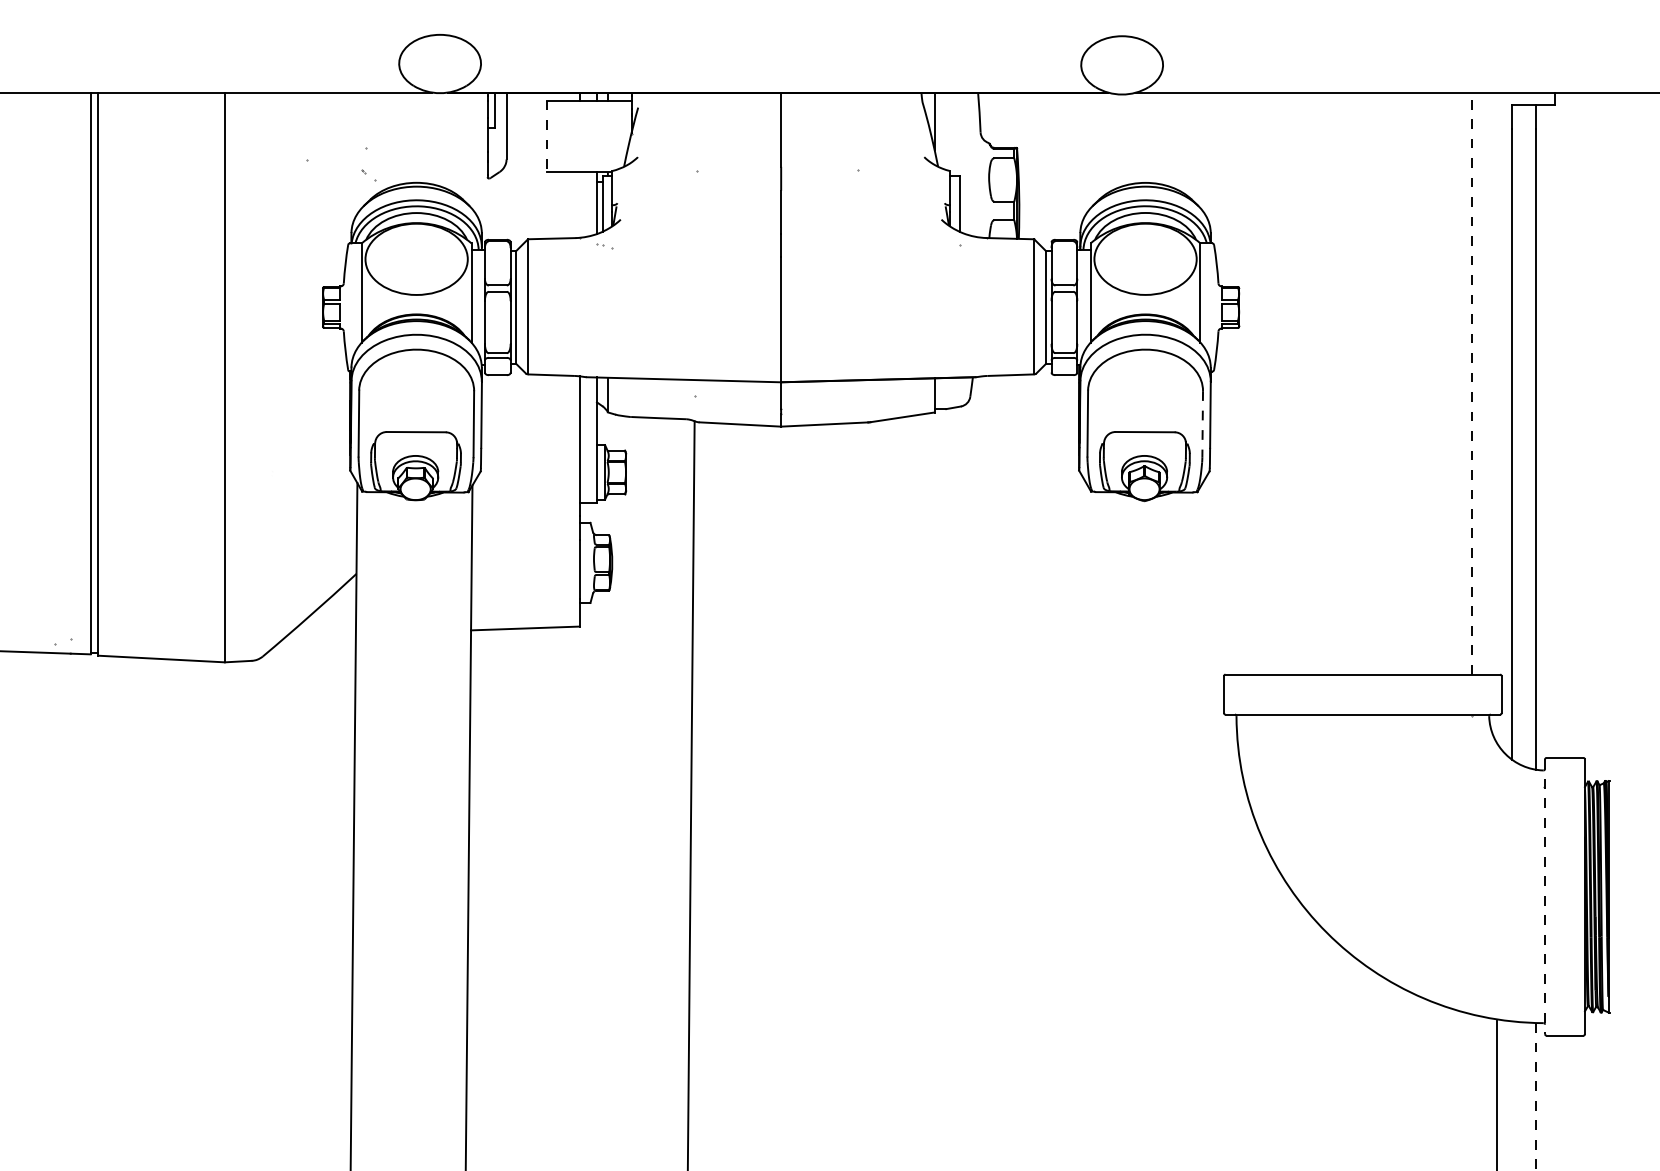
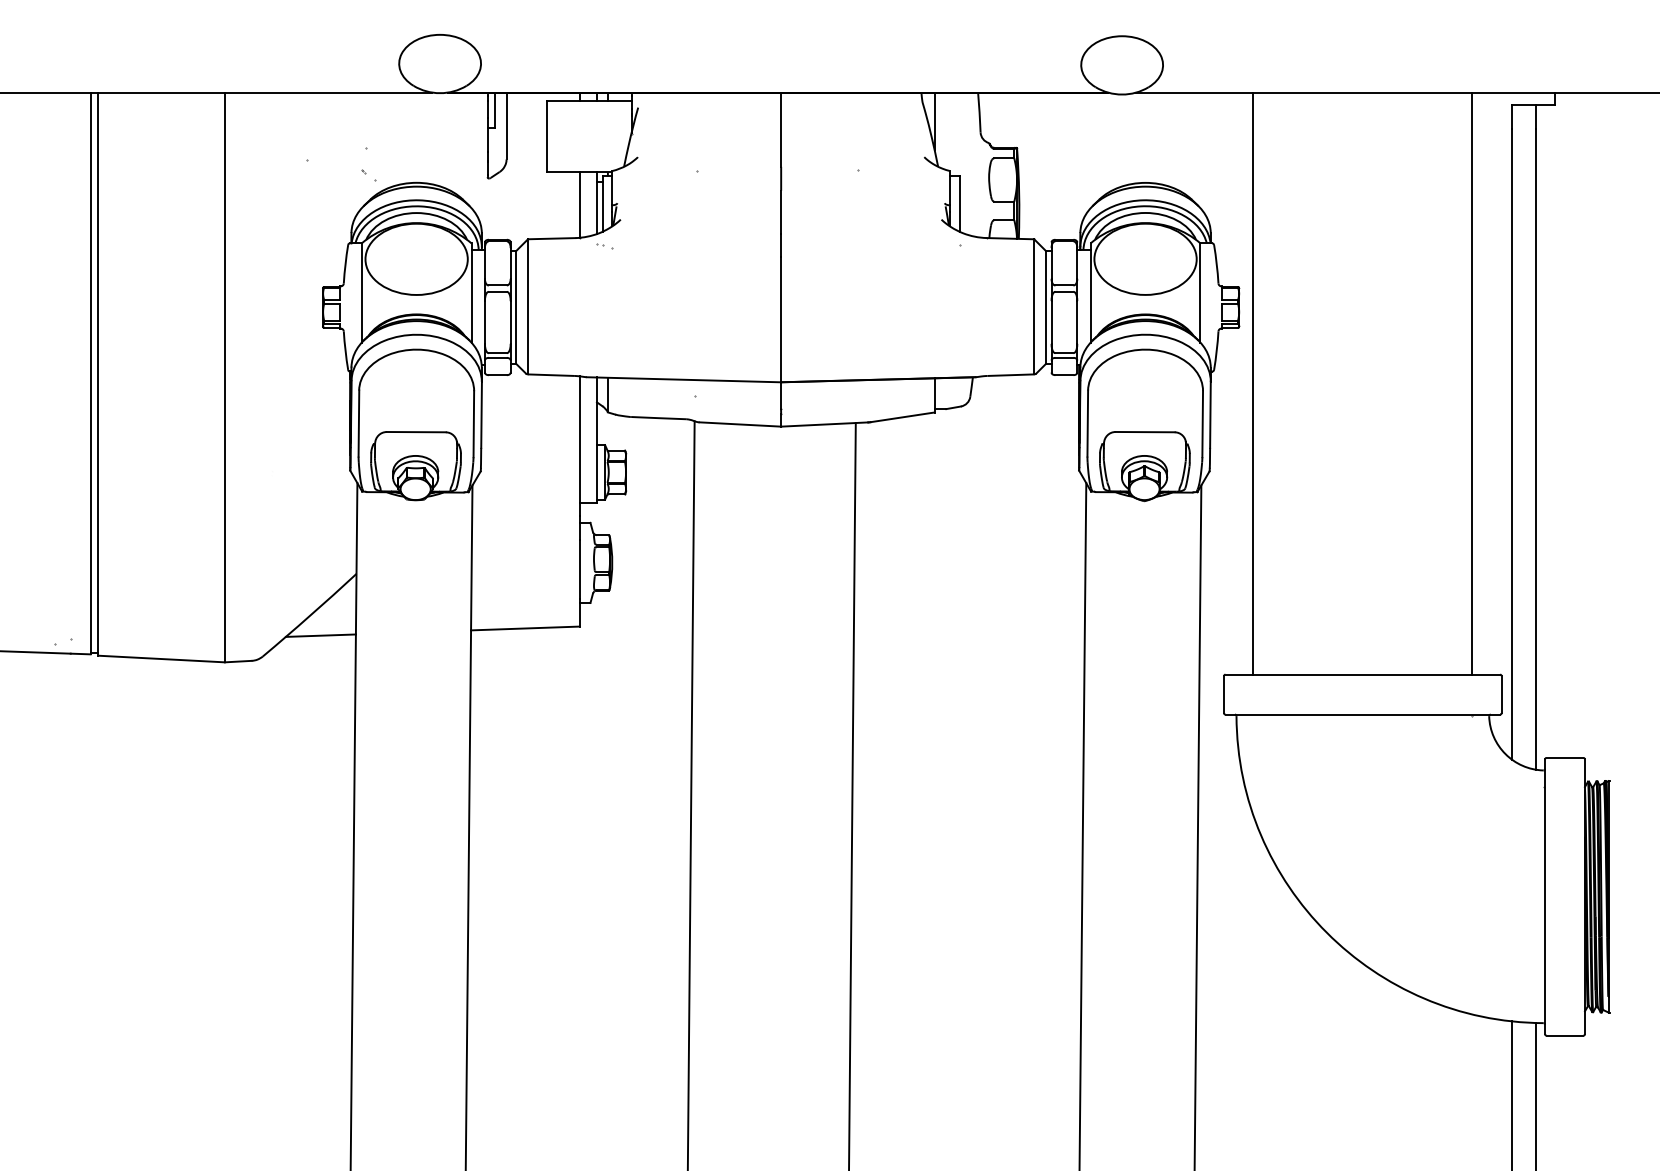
line at (547, 136): dashed -> solid
line at (579, 204): none -> present
line at (1253, 383): none -> present
line at (1472, 383): dashed -> solid
line at (1202, 424): dashed -> solid
line at (320, 635): none -> present
line at (852, 795): none -> present
line at (1082, 825): none -> present
line at (1197, 826): none -> present
line at (1545, 897): dashed -> solid
line at (1496, 1094) position: (1496, 1094) -> (1511, 1094)
line at (1536, 1097): dashed -> solid
